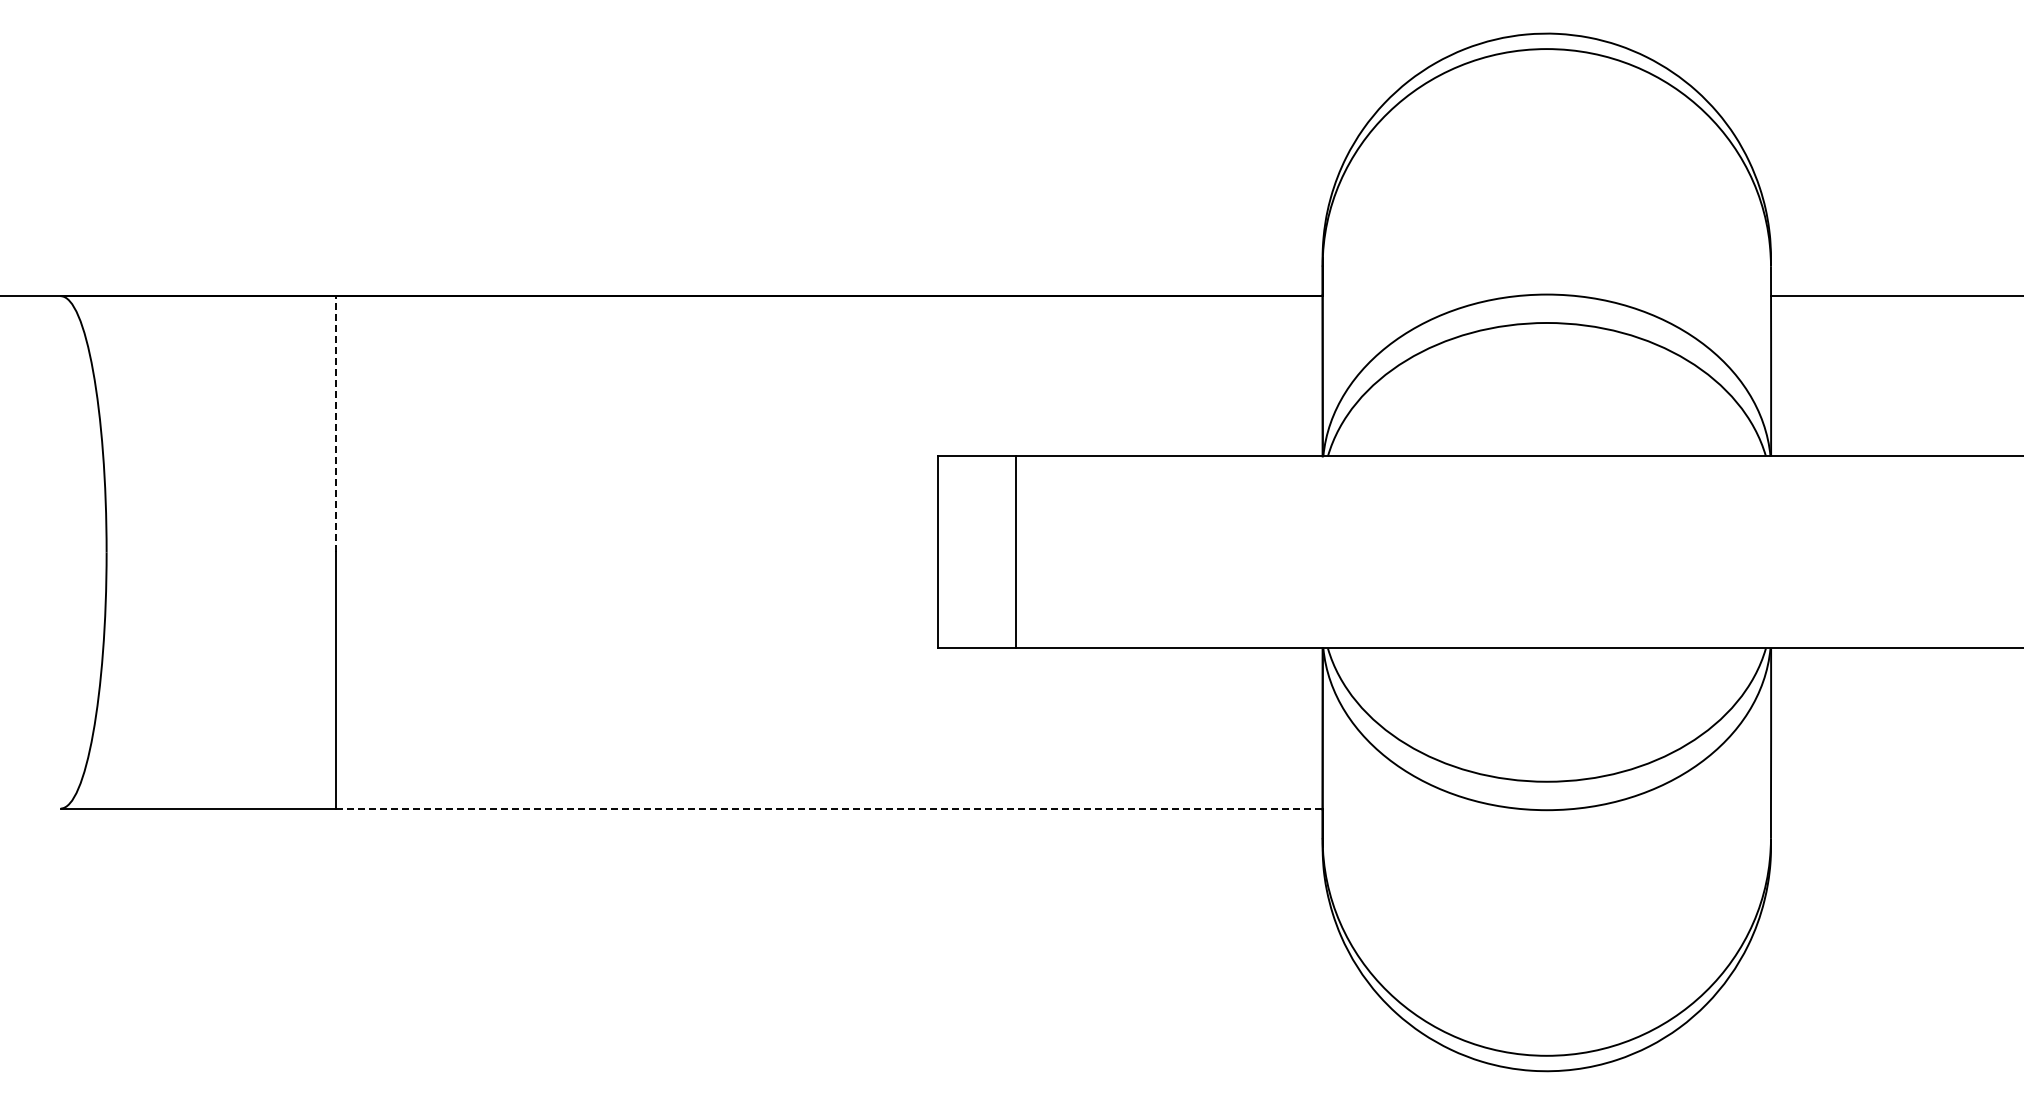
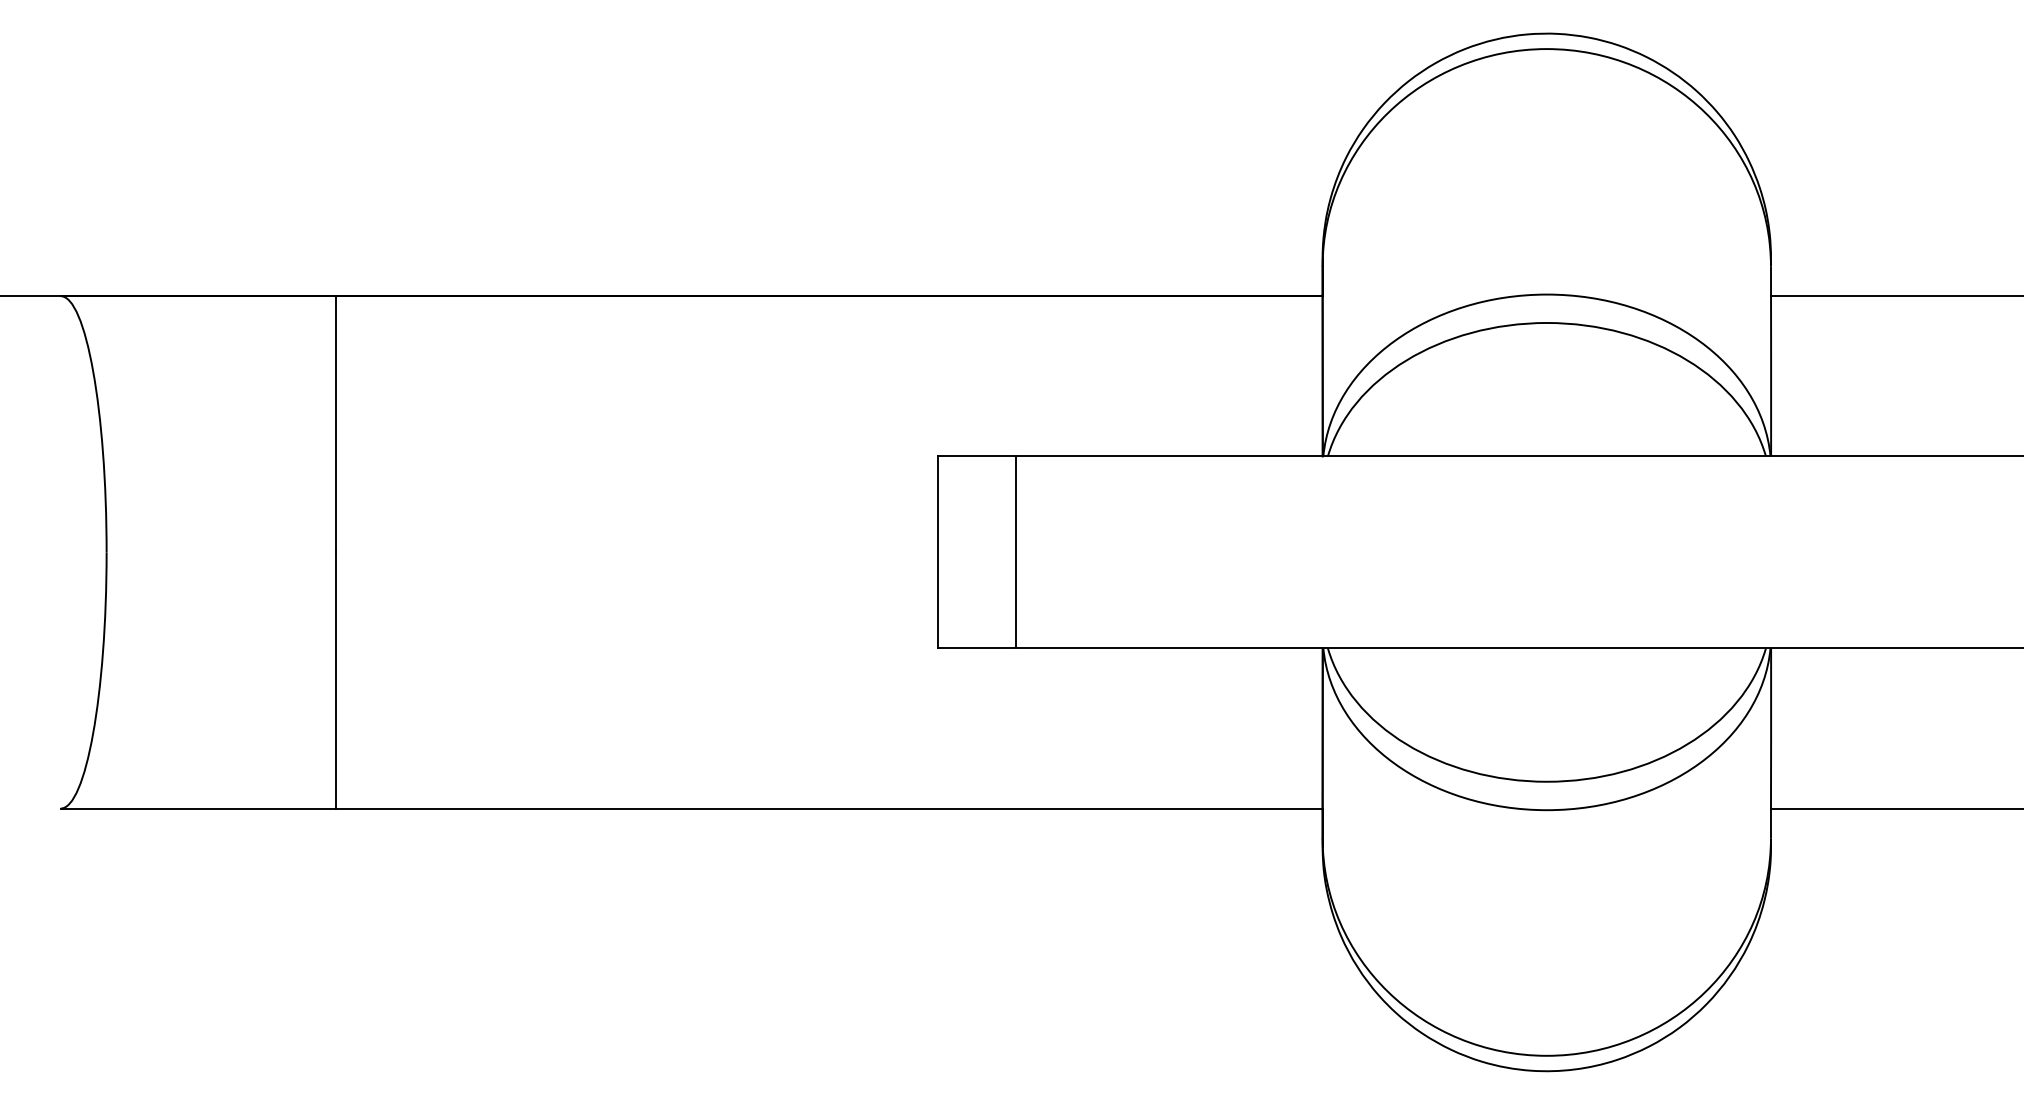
line at (336, 423): dashed -> solid
line at (829, 808): dashed -> solid
line at (1895, 808): none -> present
